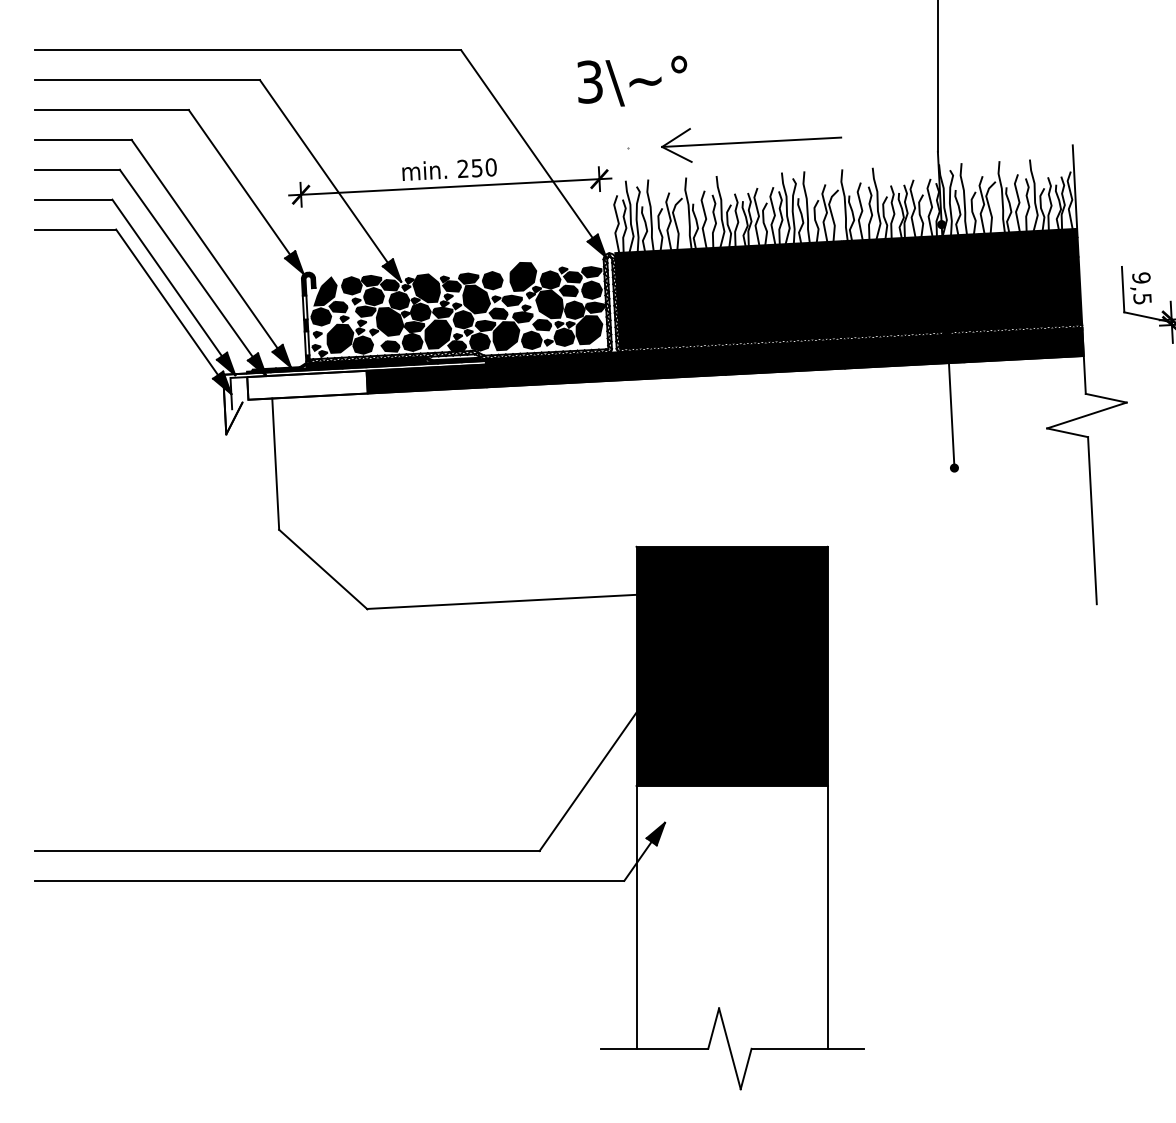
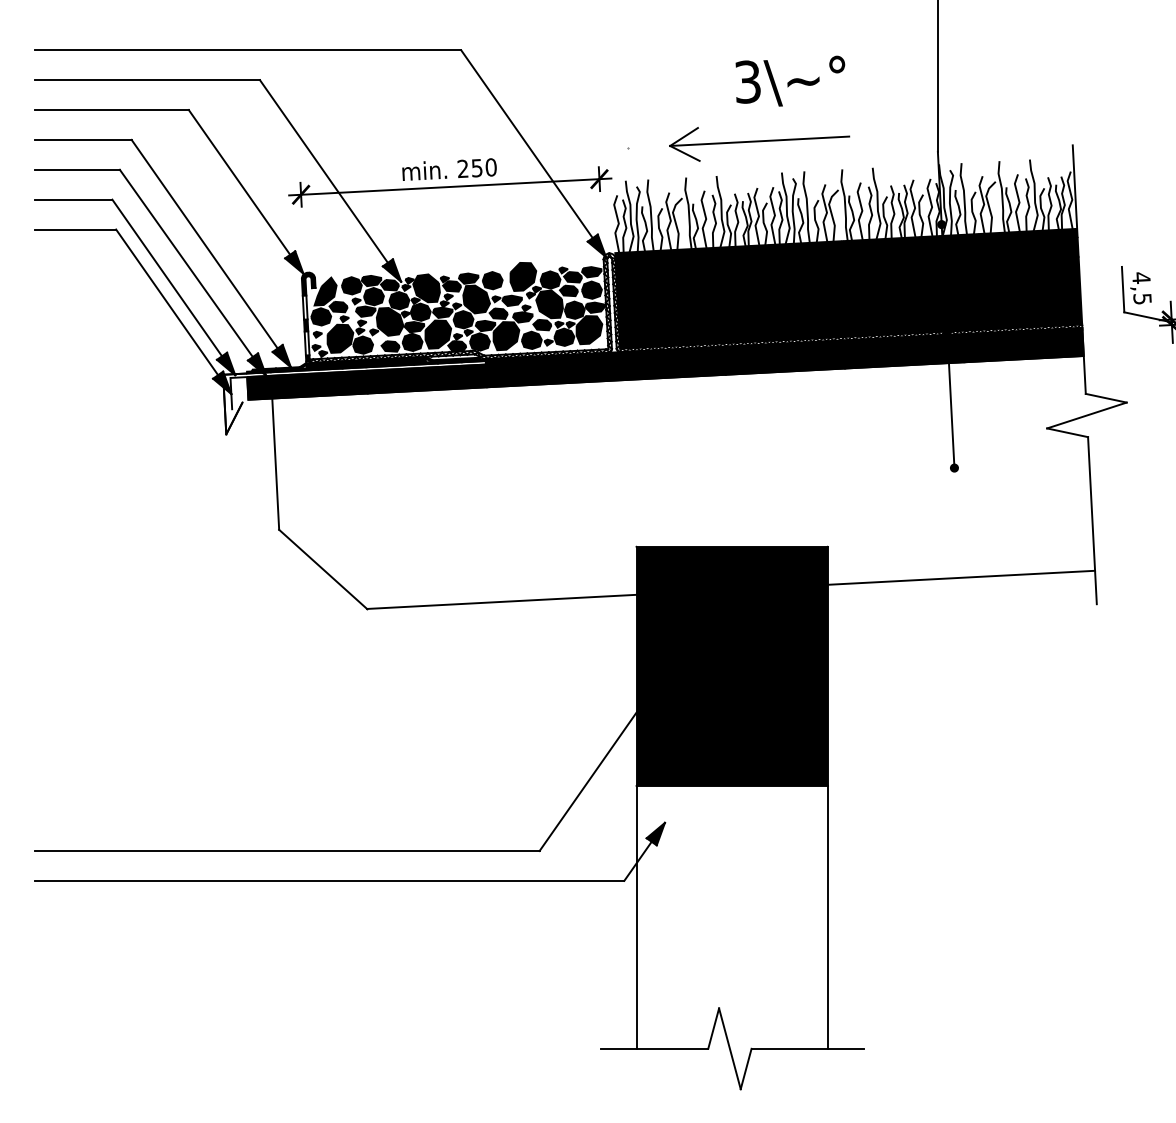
text at (632, 80) position: (632, 80) -> (790, 80)
part at (751, 145) position: (751, 145) -> (759, 144)
text at (1141, 278): 9,5 -> 4,5
fill at (307, 384): none -> present
line at (961, 577): none -> present
